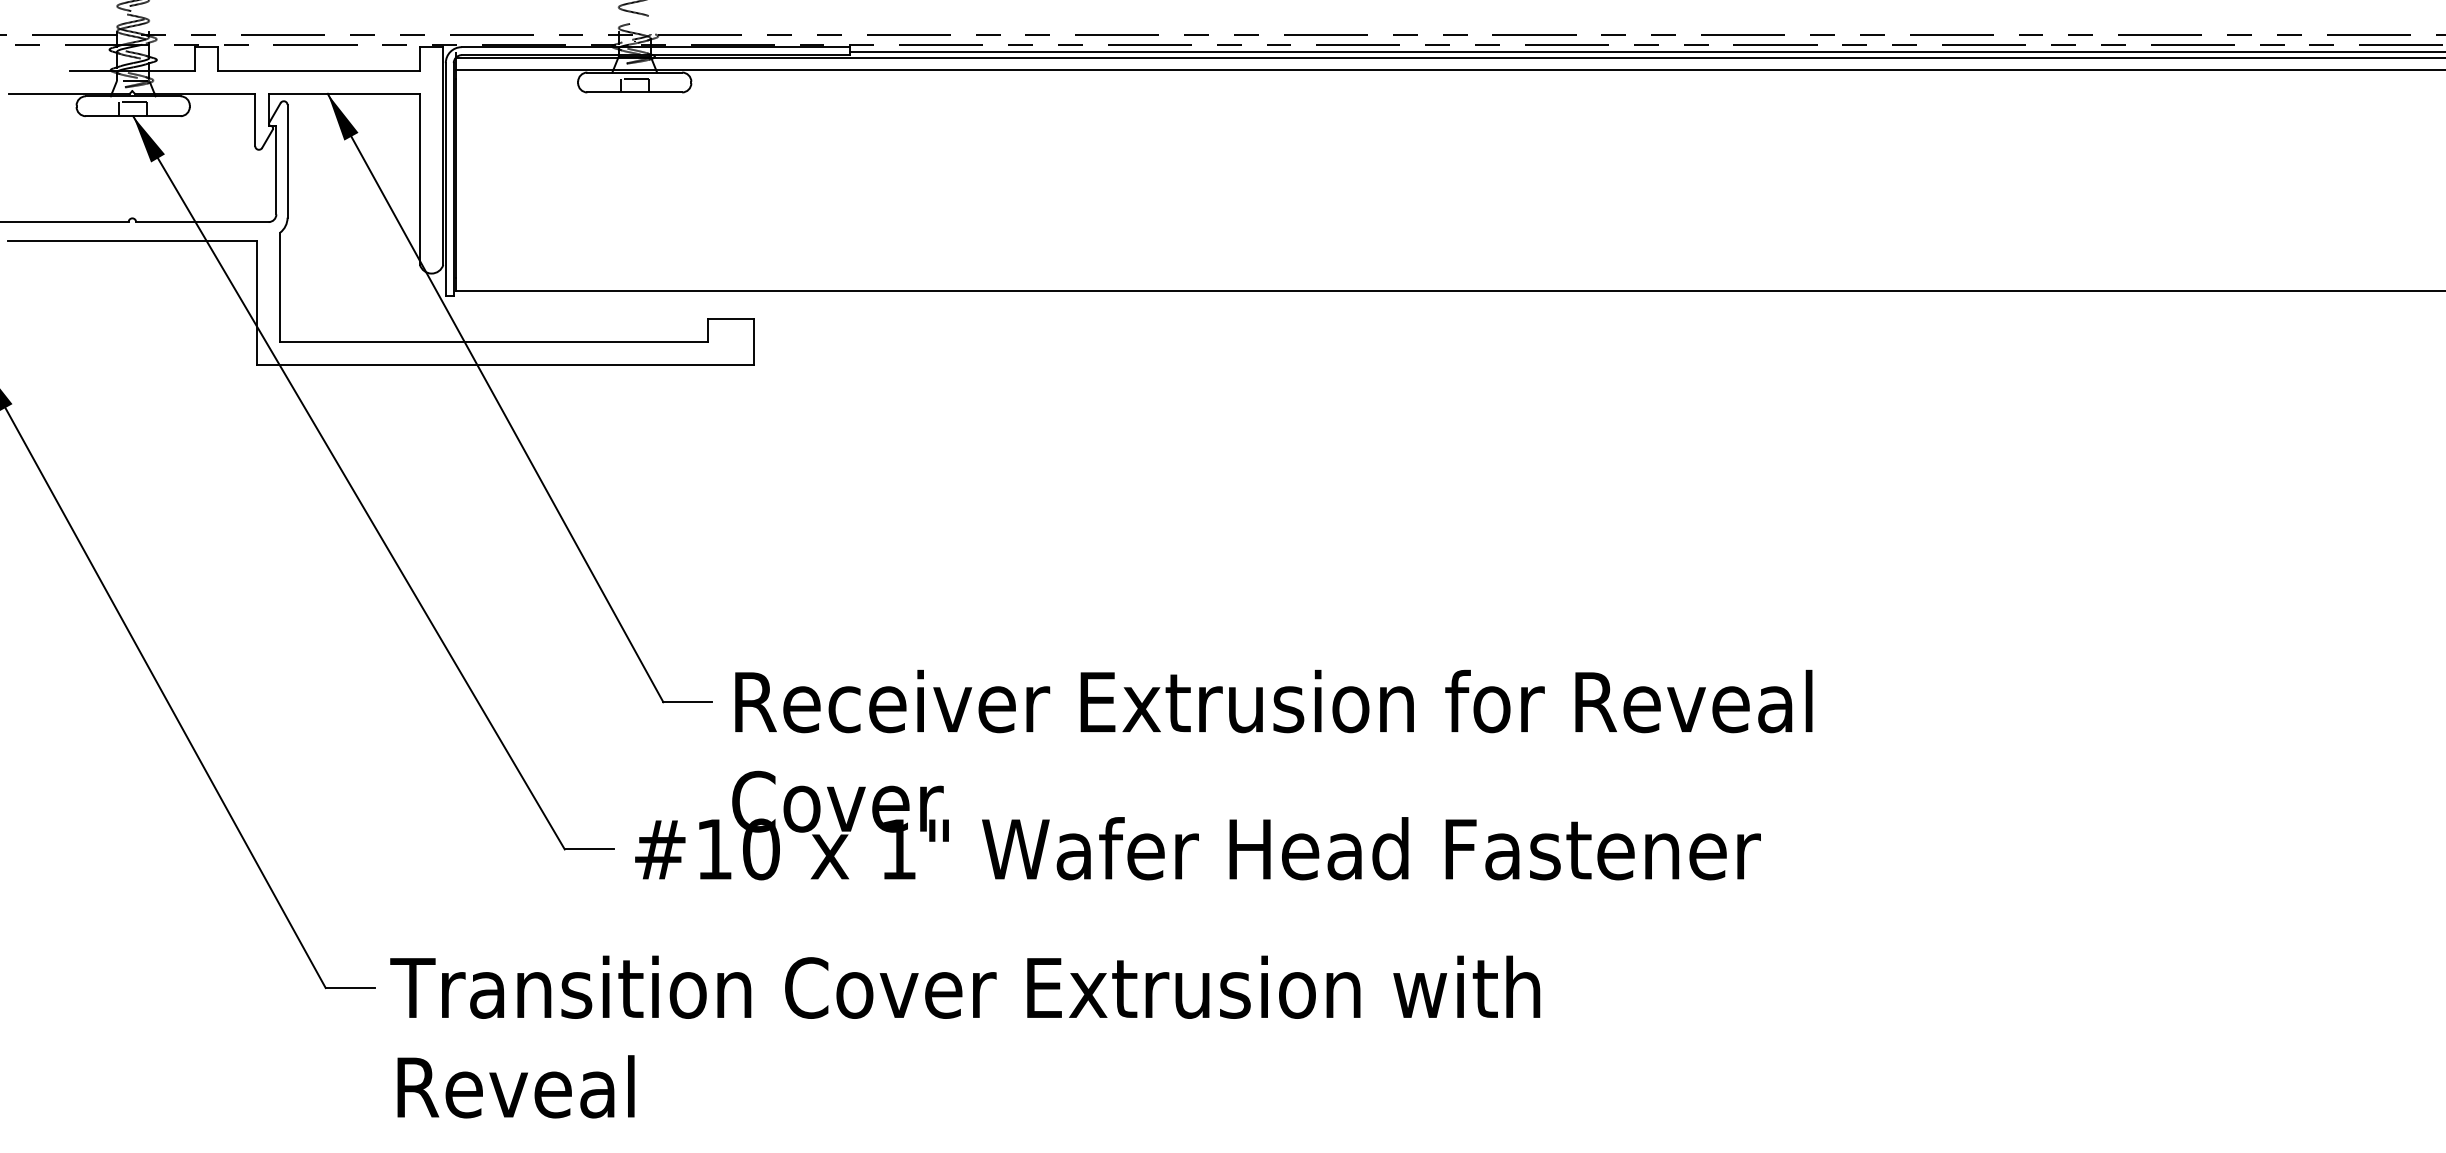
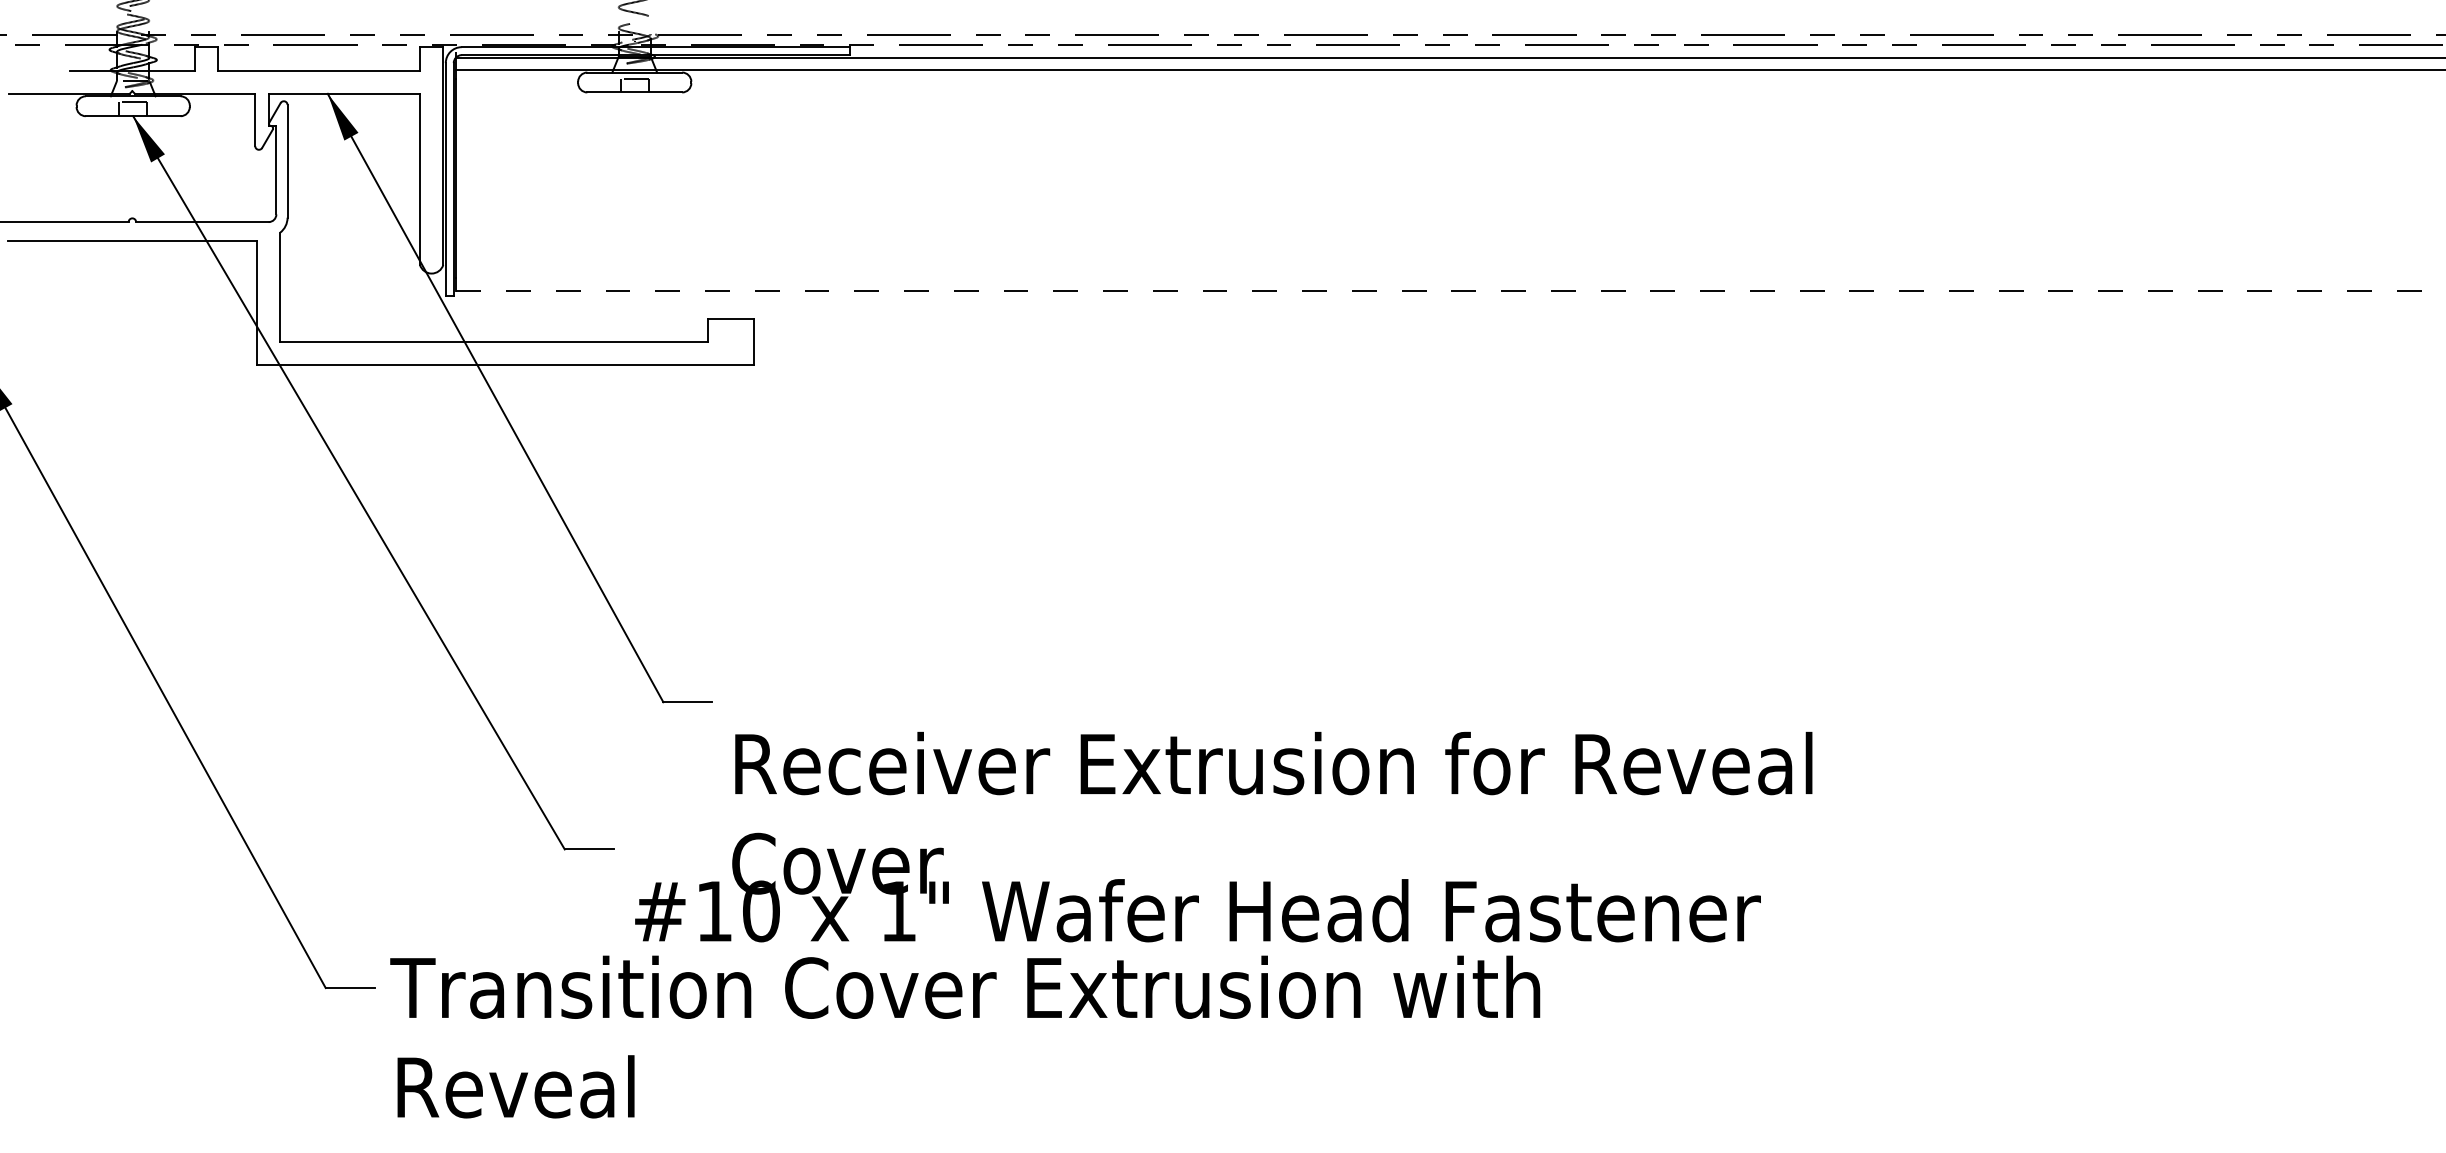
line at (1646, 52): present -> none
line at (1451, 290): solid -> dashed
text at (1223, 774) position: (1223, 774) -> (1223, 836)
